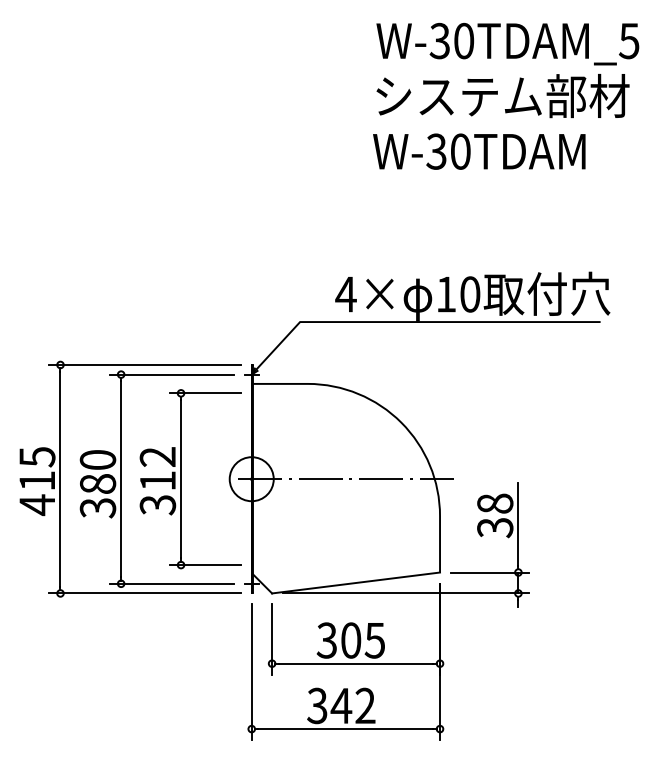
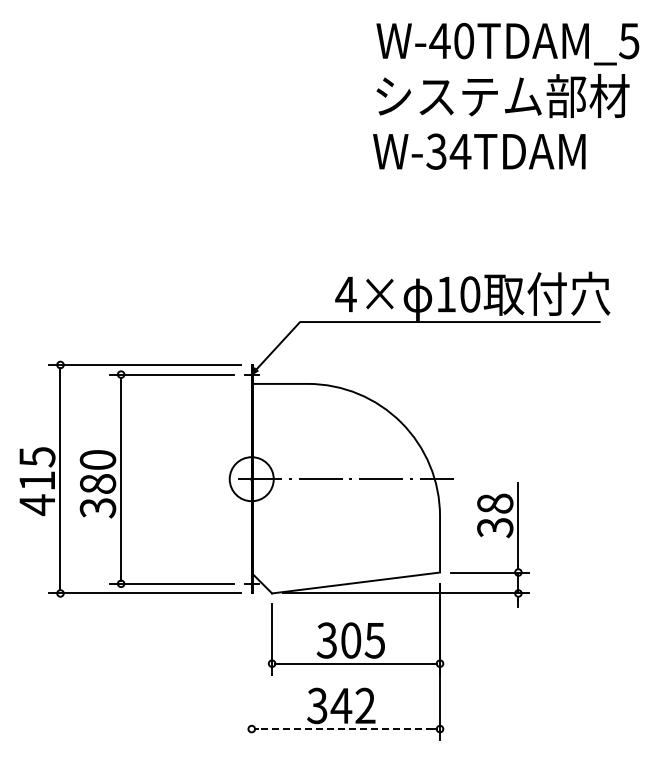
text at (439, 40): W-30TDAM_5 -> W-40TDAM_5
text at (460, 151): W-30TDAM -> W-34TDAM
part at (181, 479): present -> none
line at (251, 672): present -> none
line at (345, 729): solid -> dashed
